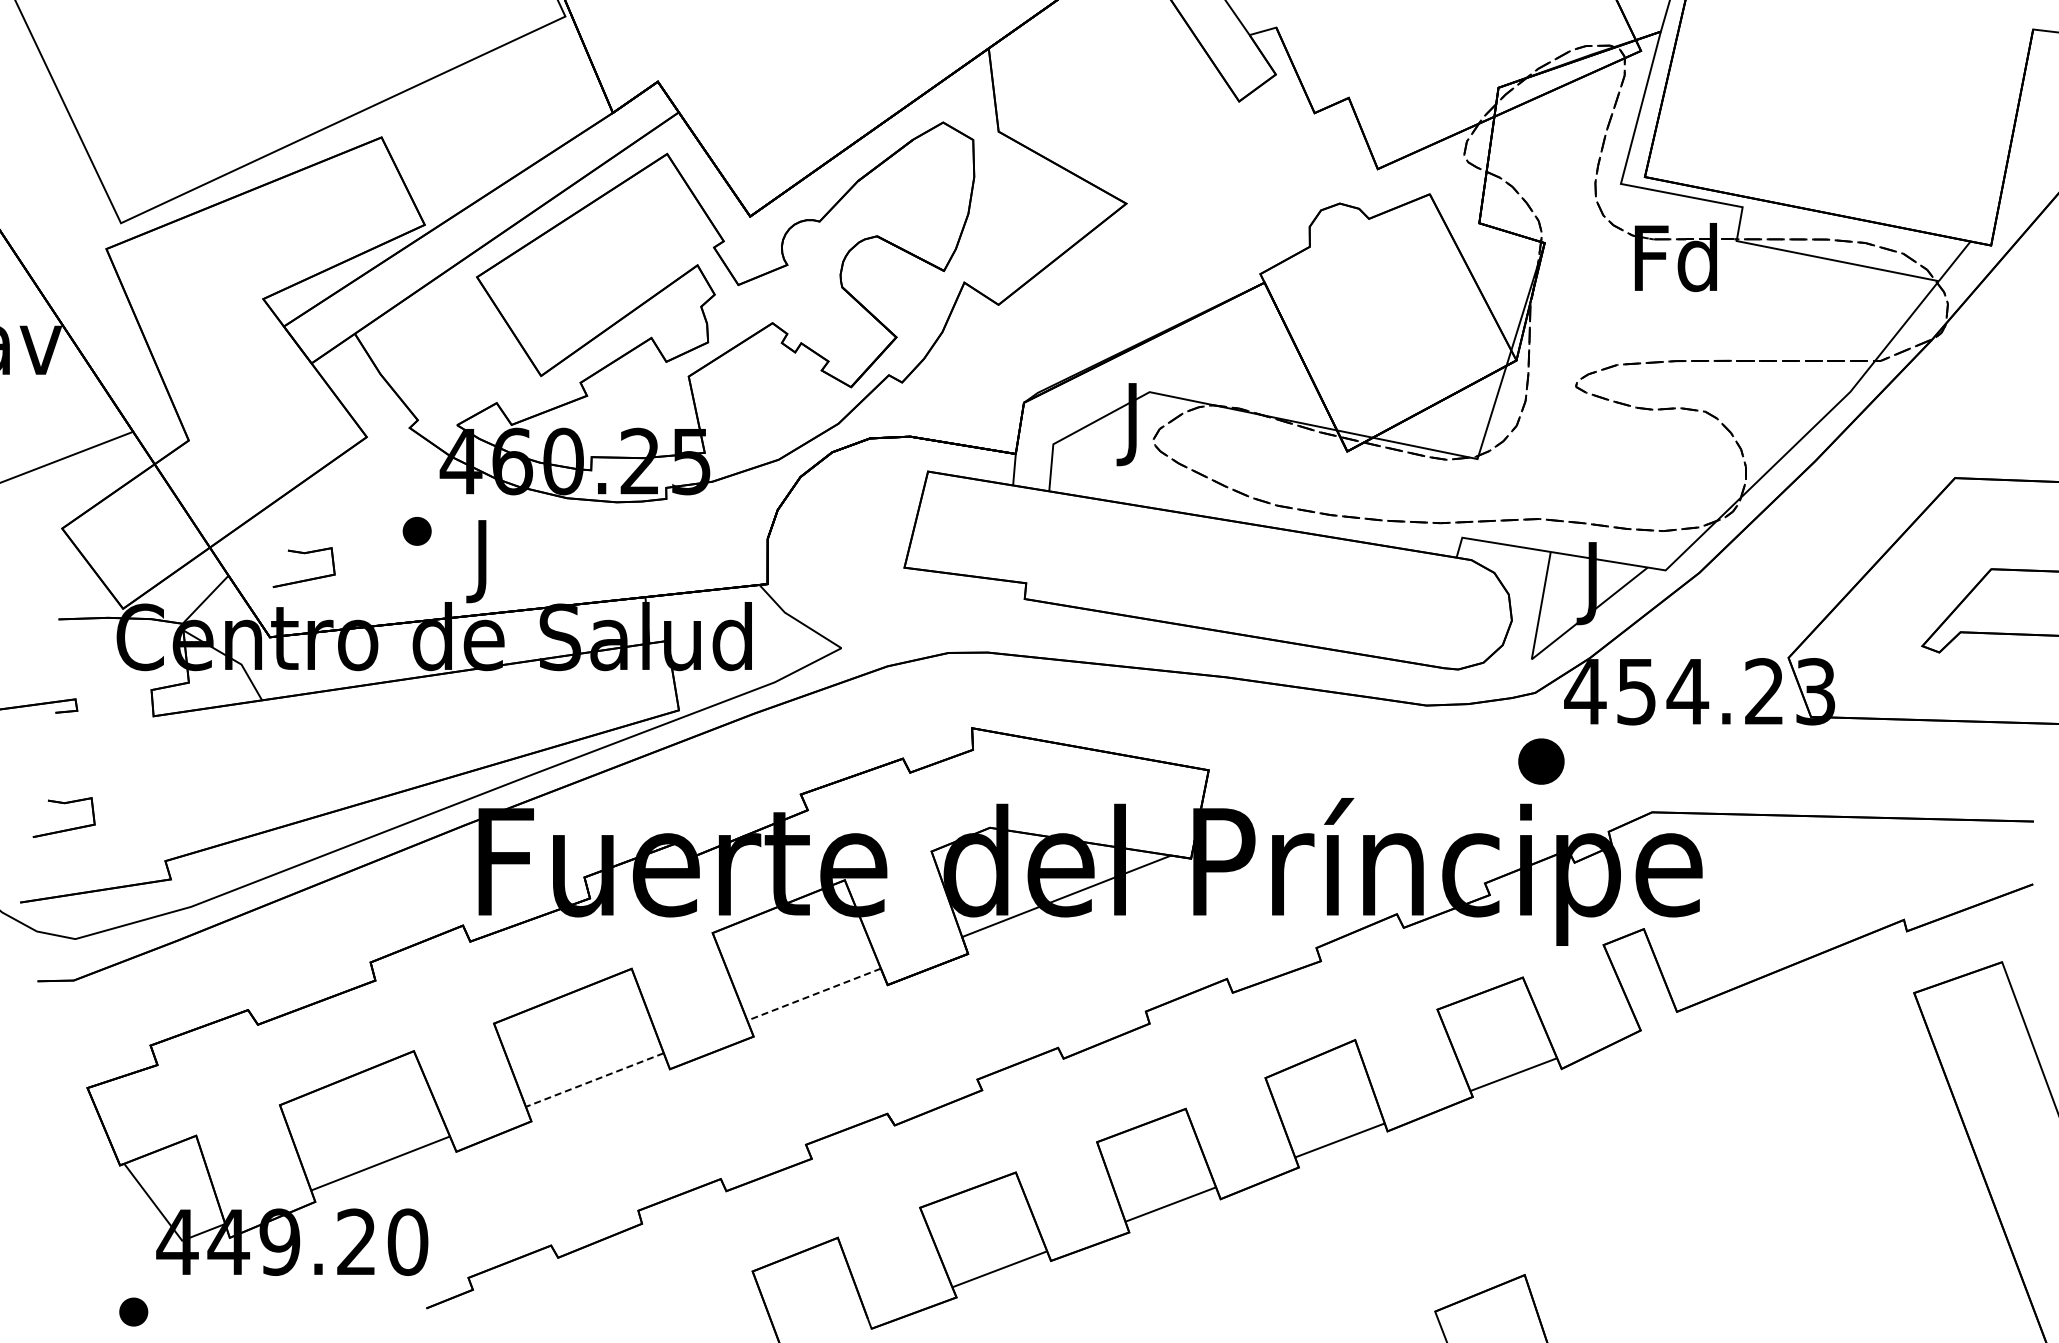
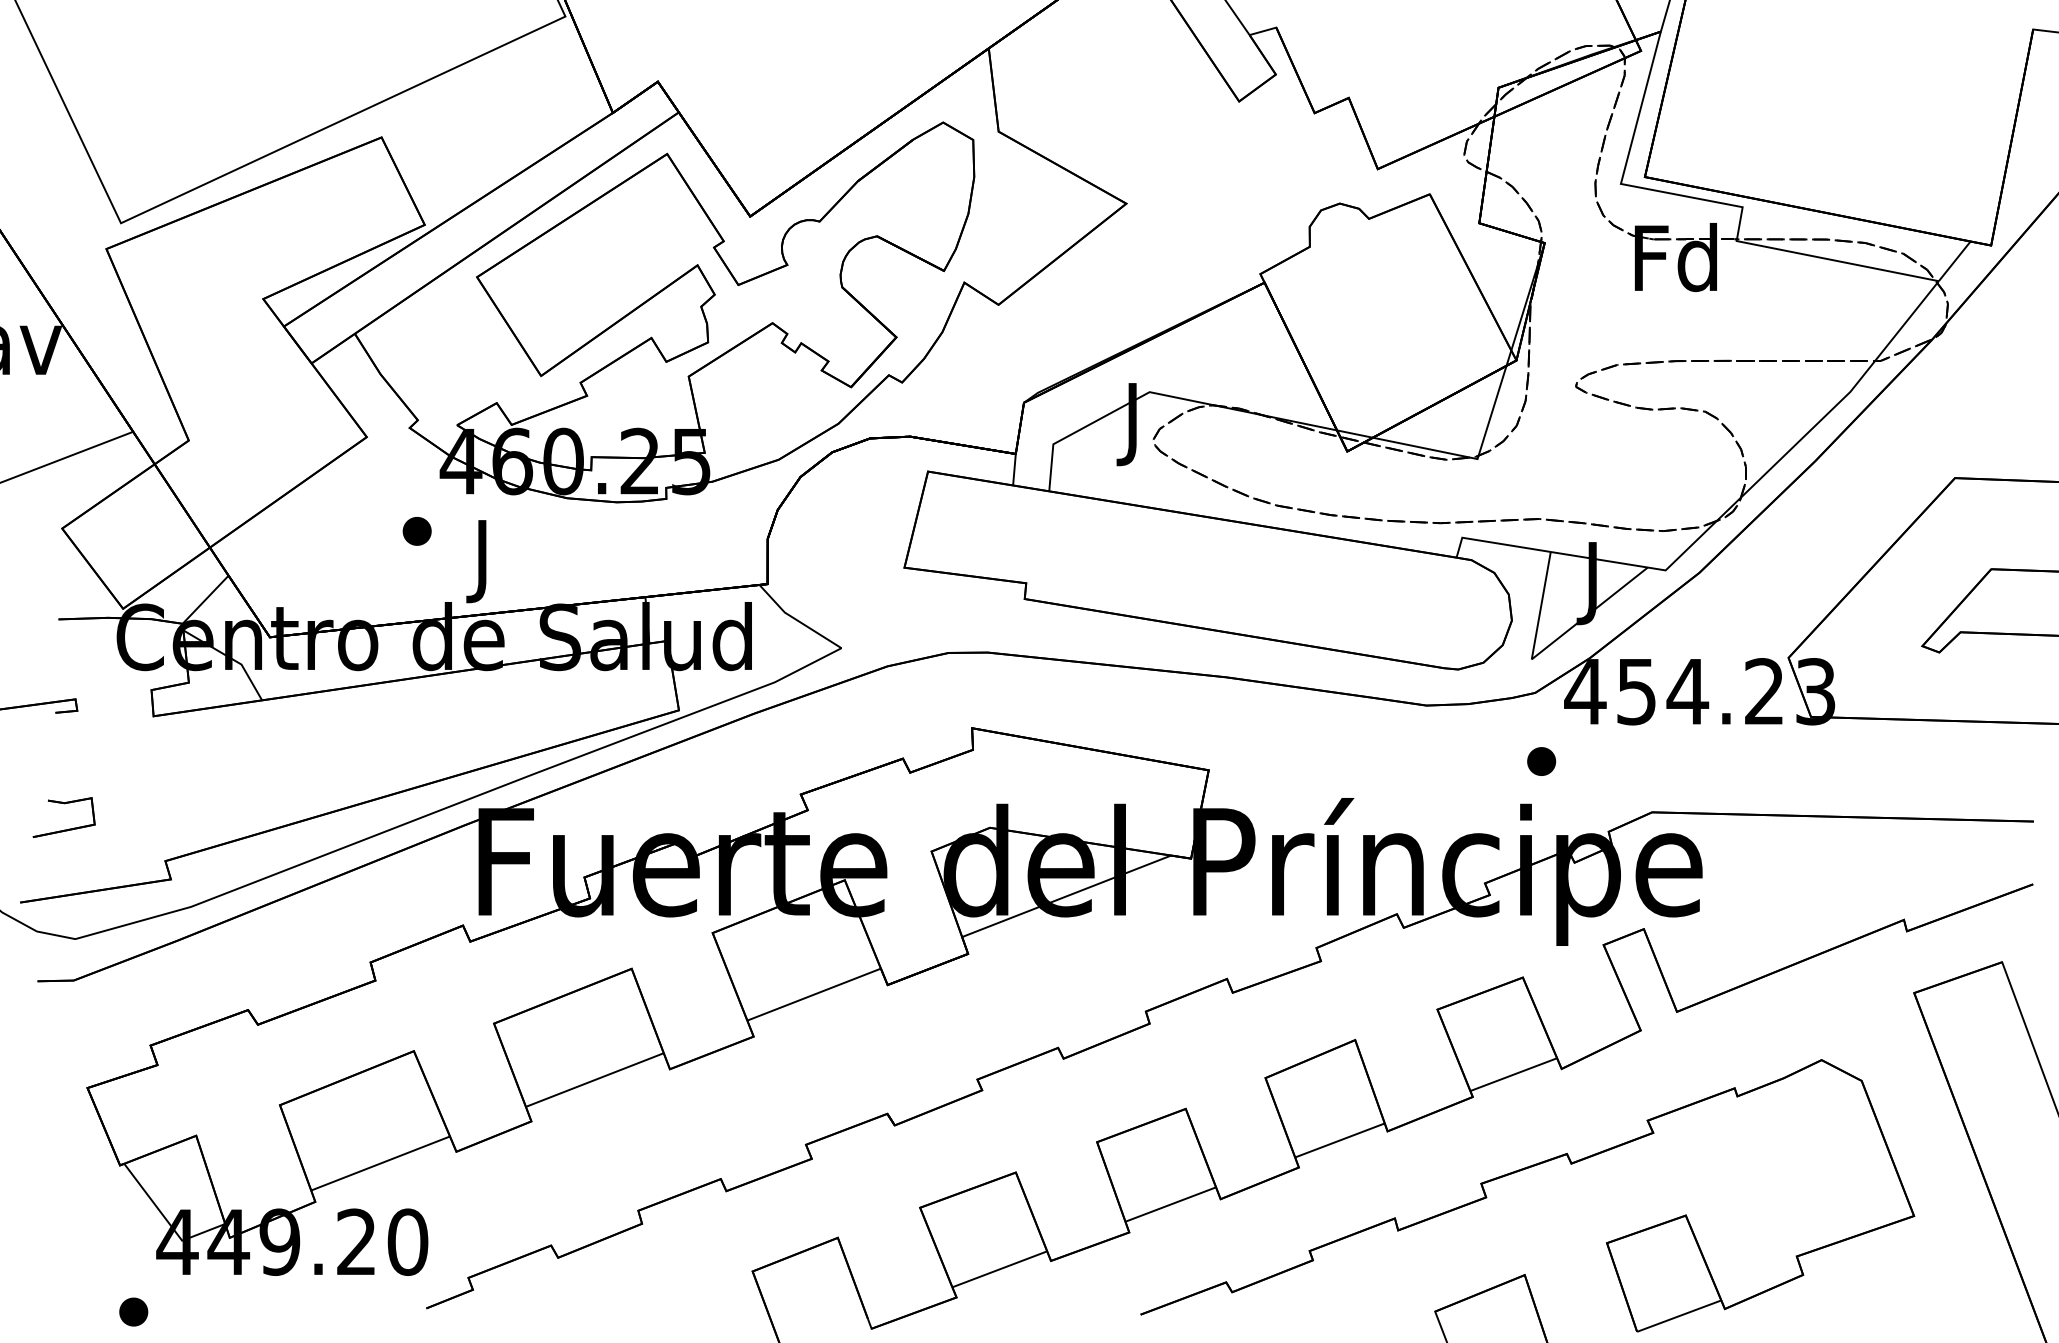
part at (304, 579): present -> none
part at (1541, 761) size: 47x47 px -> 30x29 px
line at (814, 994): dashed -> solid
line at (594, 1080): dashed -> solid
part at (1520, 1171): none -> present
